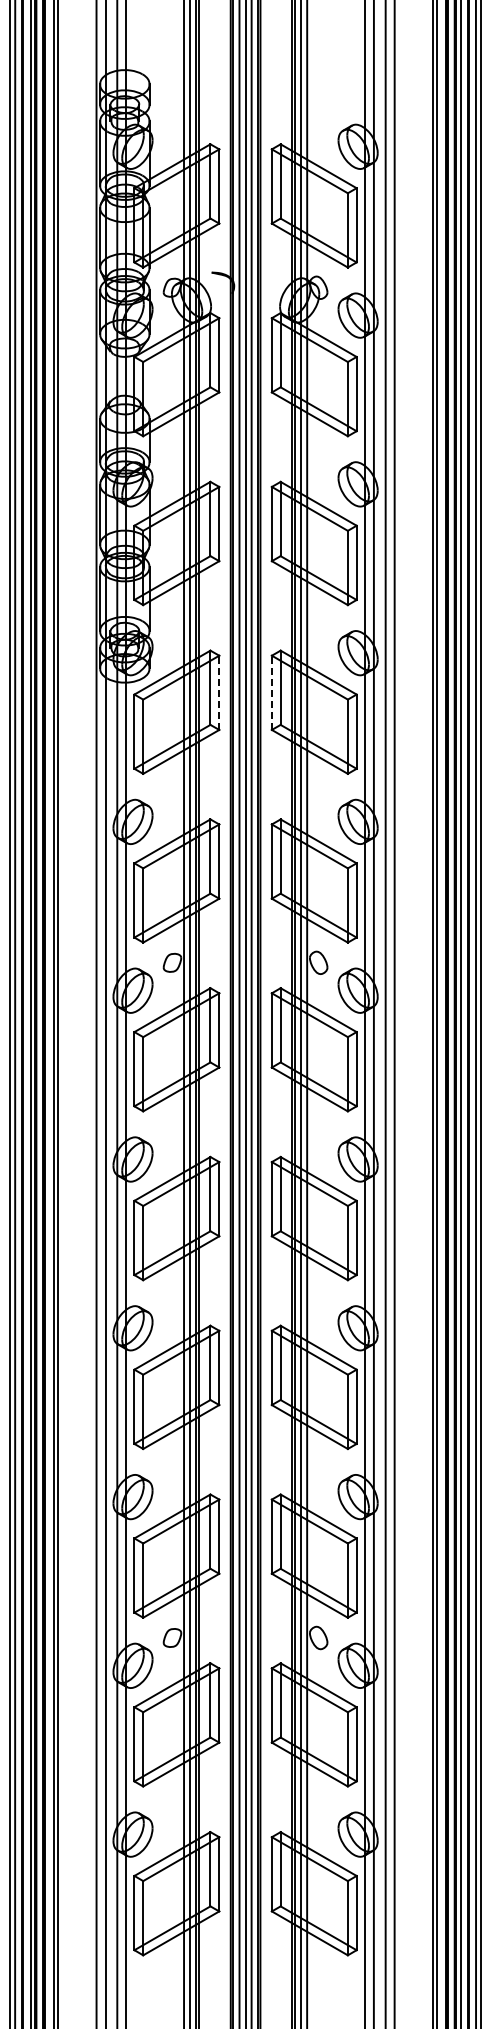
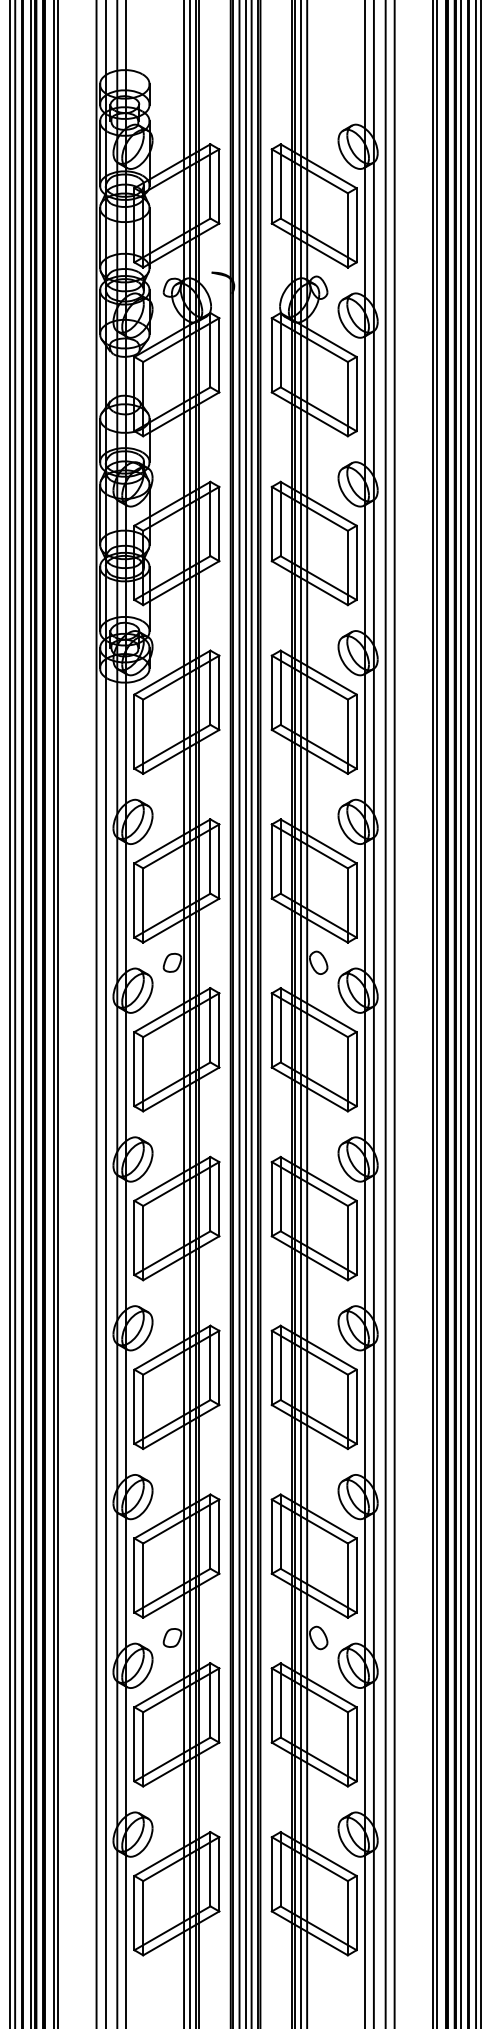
line at (219, 692): dashed -> solid
line at (271, 692): dashed -> solid
